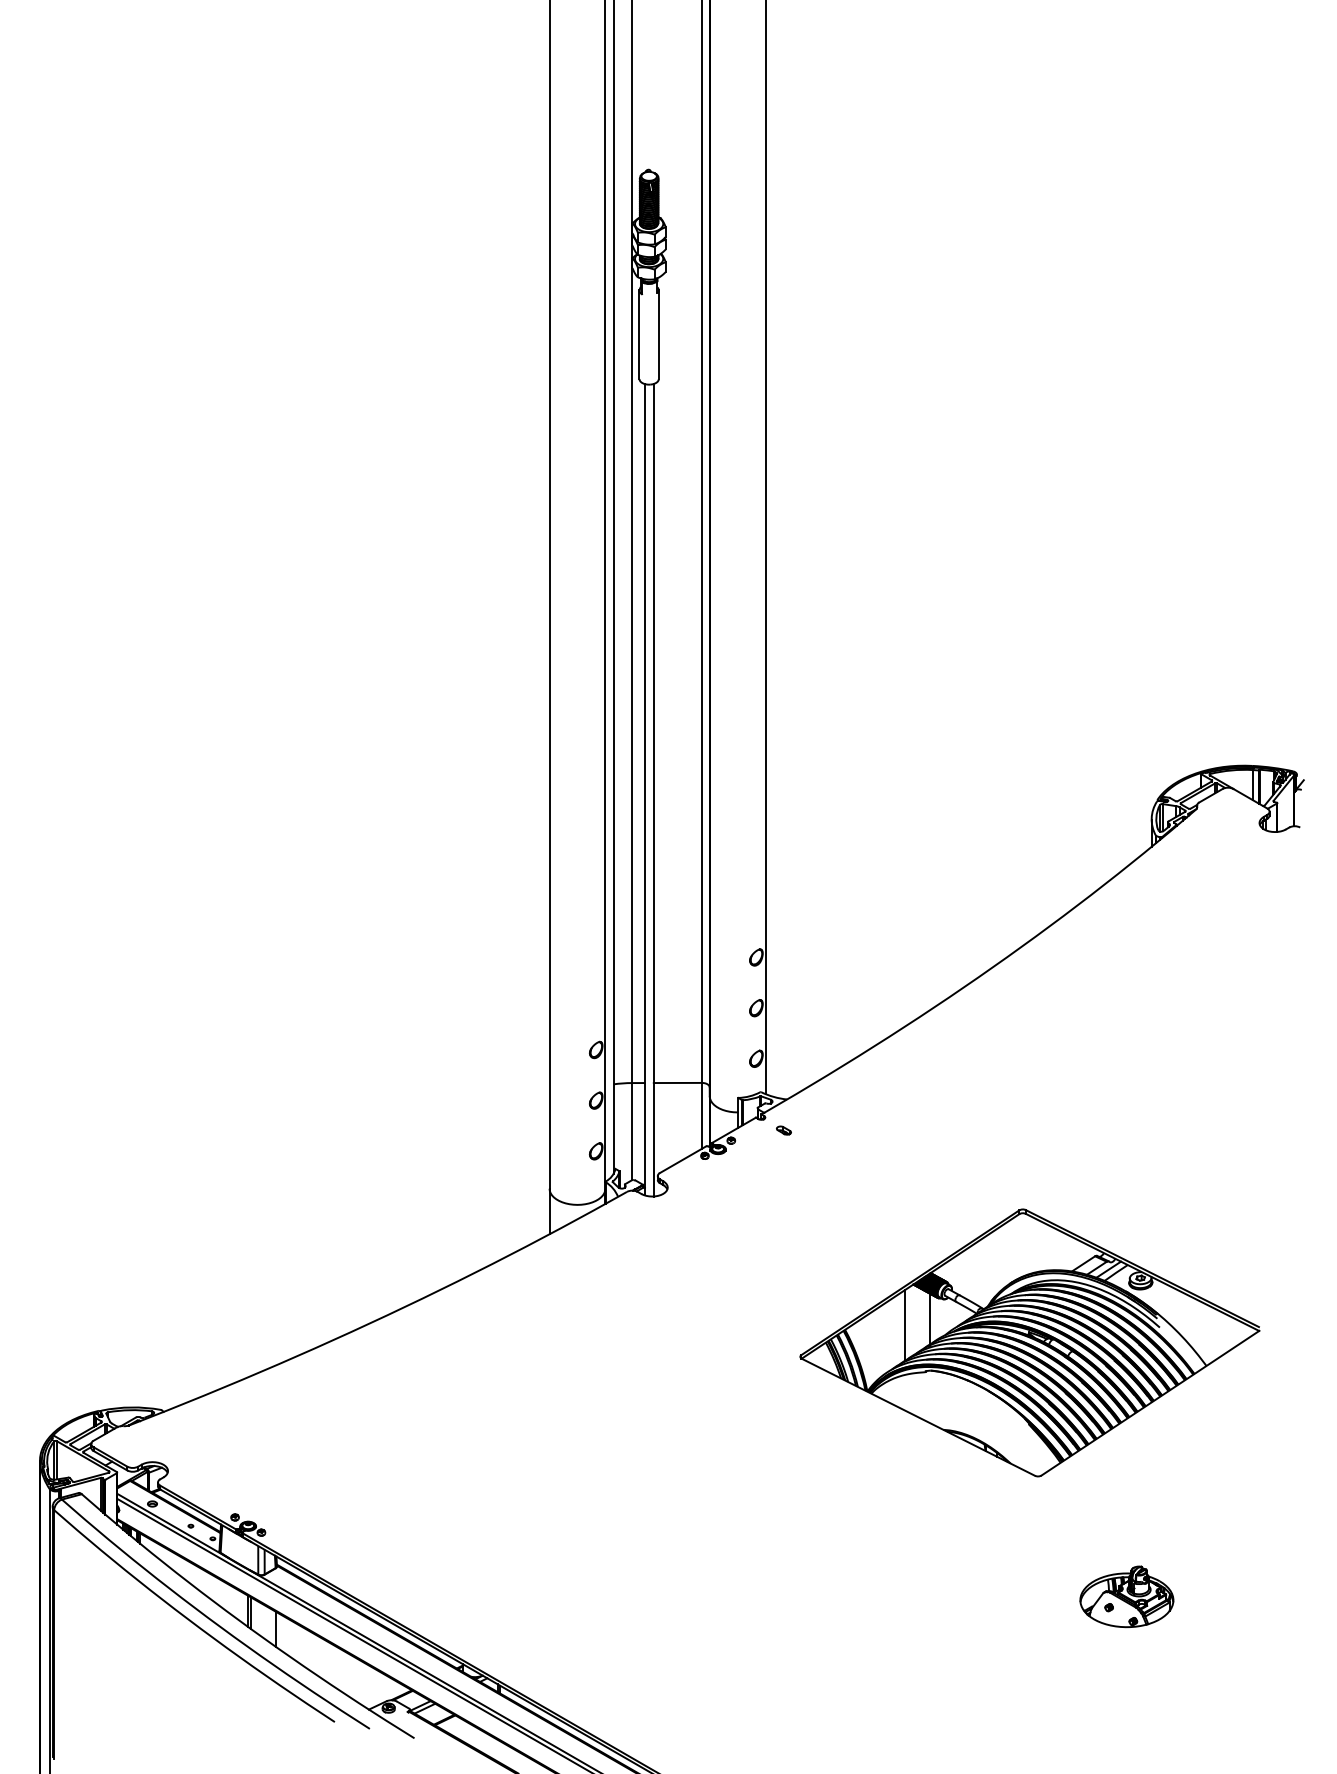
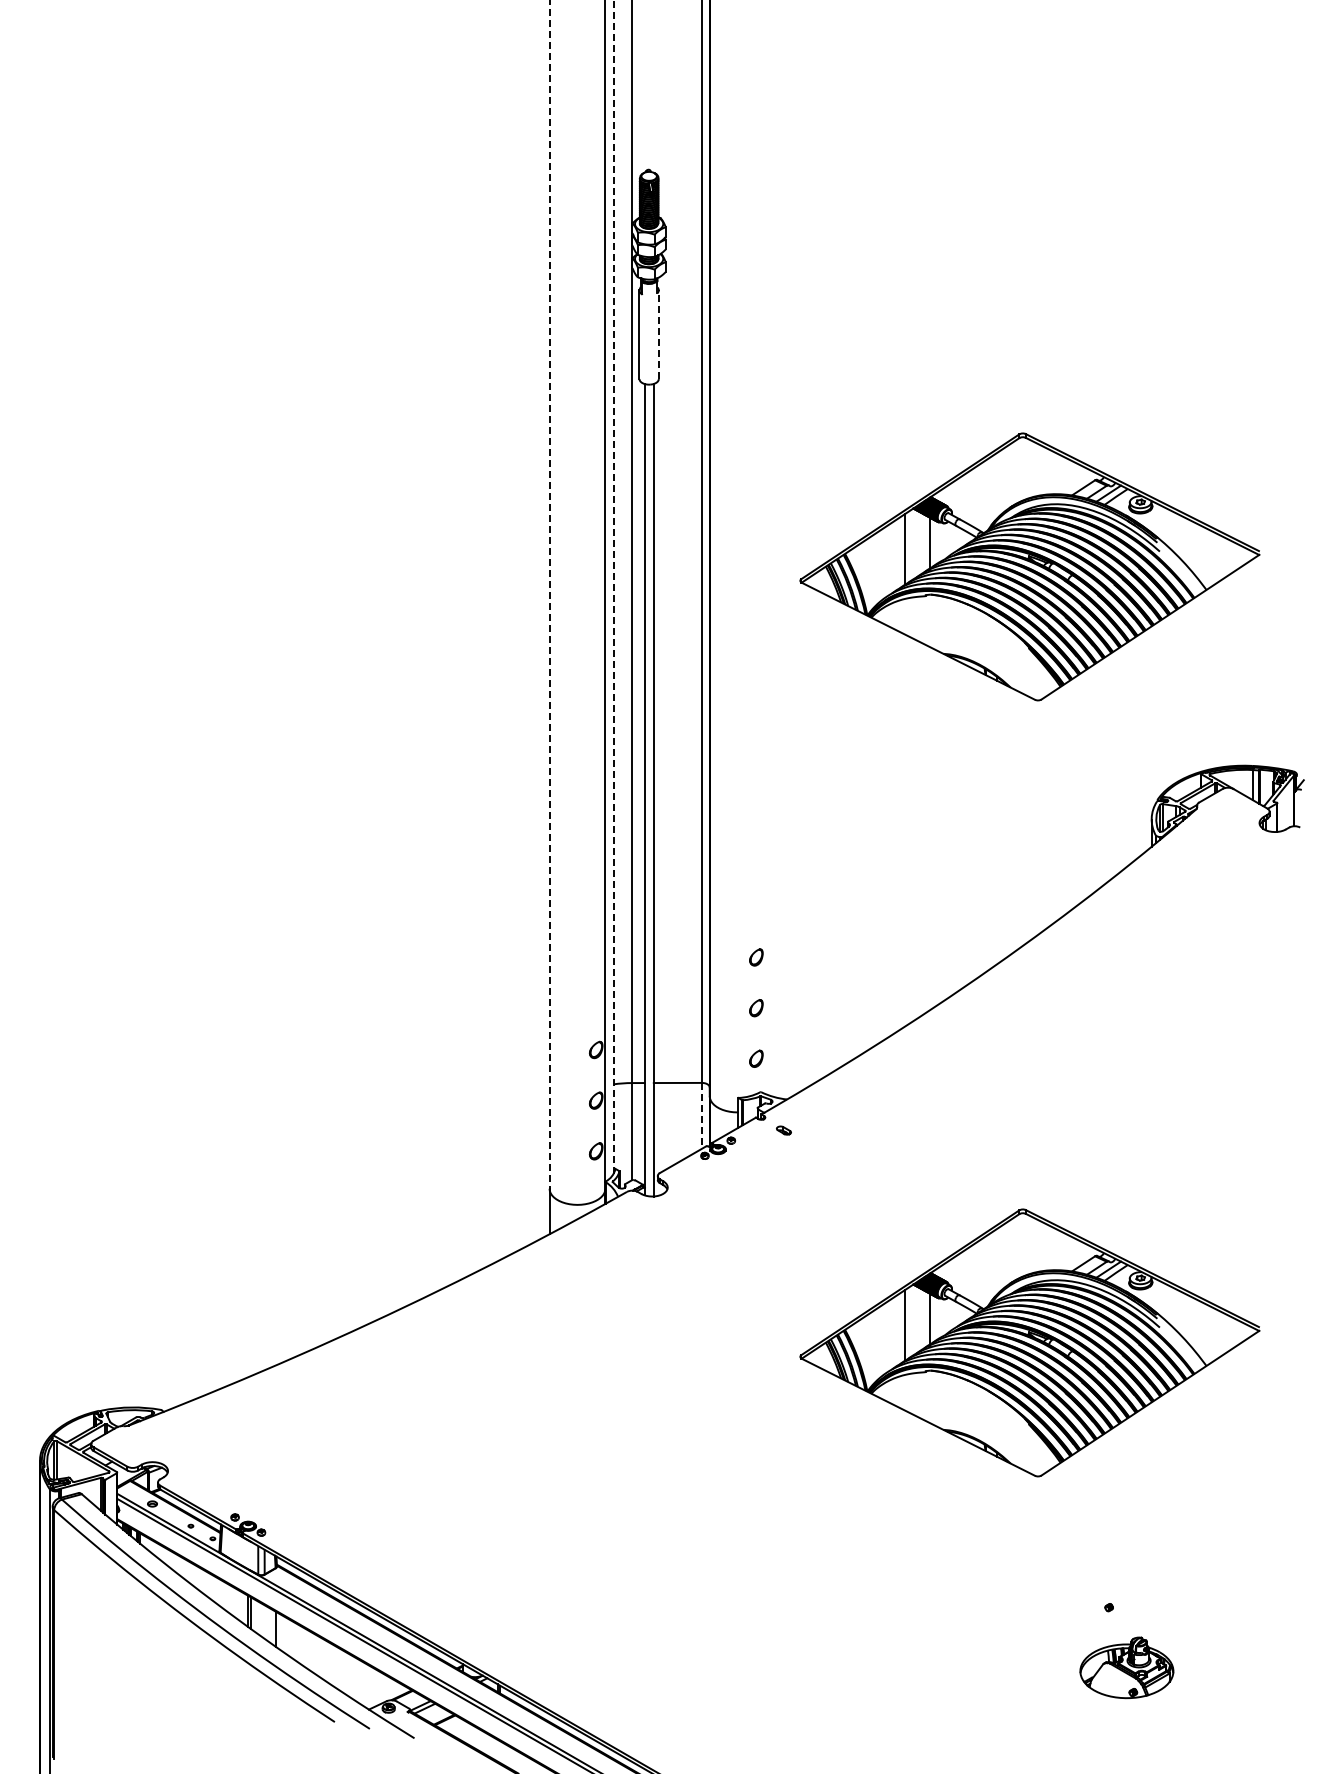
line at (658, 334): solid -> dashed
line at (765, 548): present -> none
part at (1029, 566): none -> present
line at (613, 587): solid -> dashed
line at (549, 595): solid -> dashed
line at (701, 1115): solid -> dashed
part at (1126, 1596) position: (1126, 1596) -> (1126, 1667)
